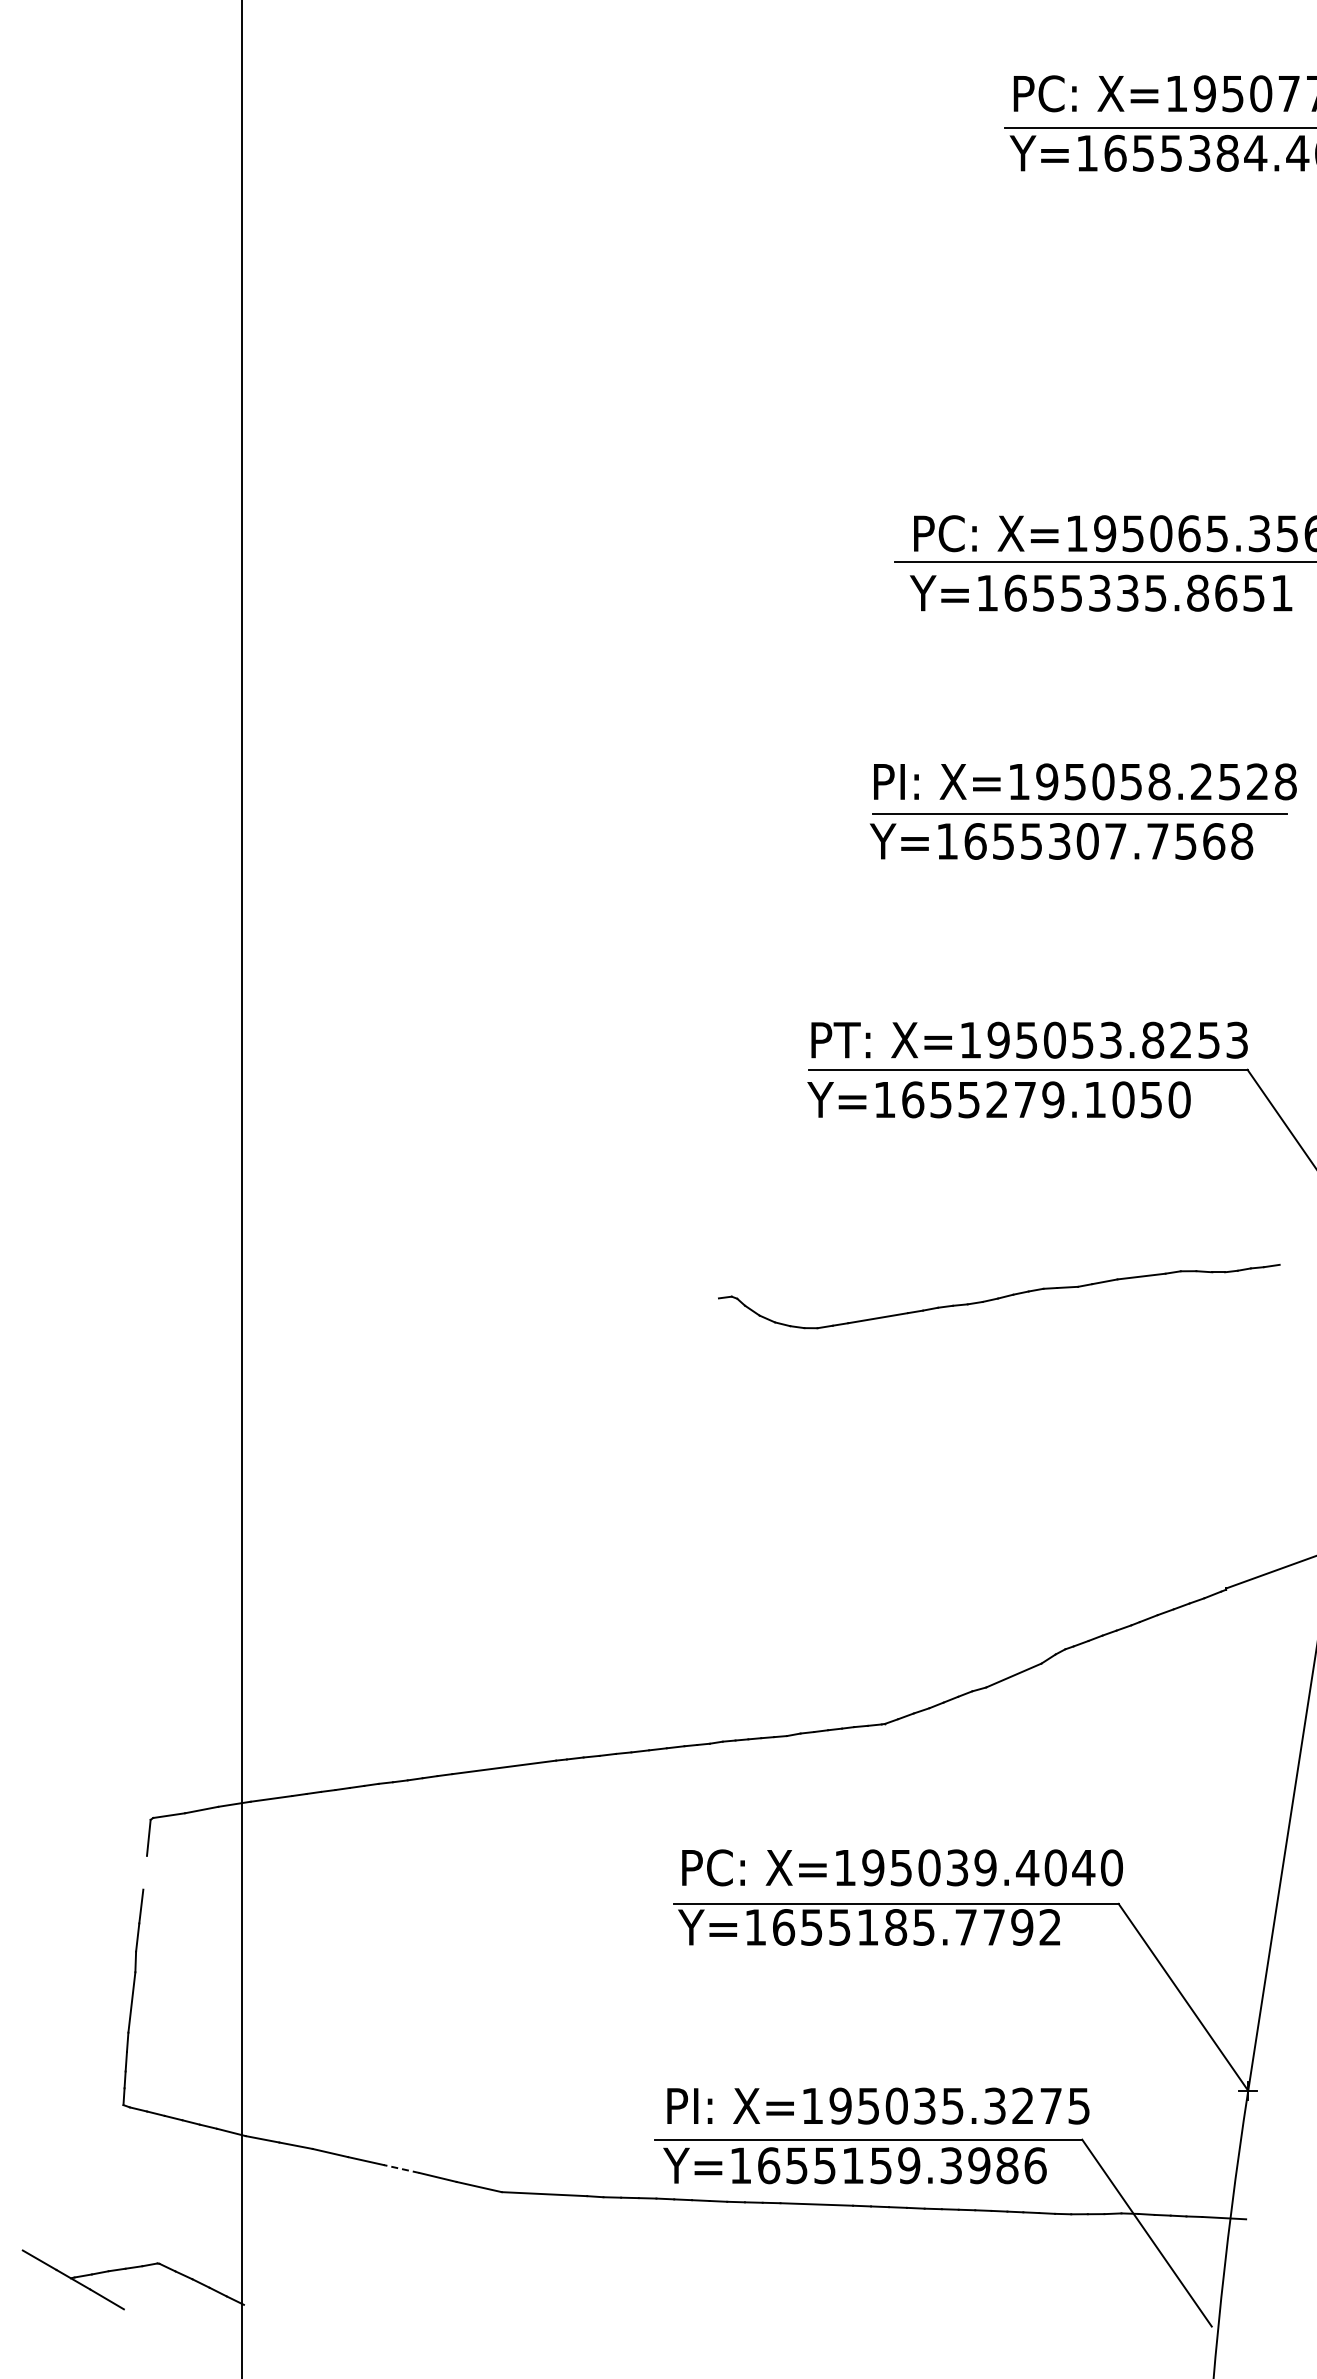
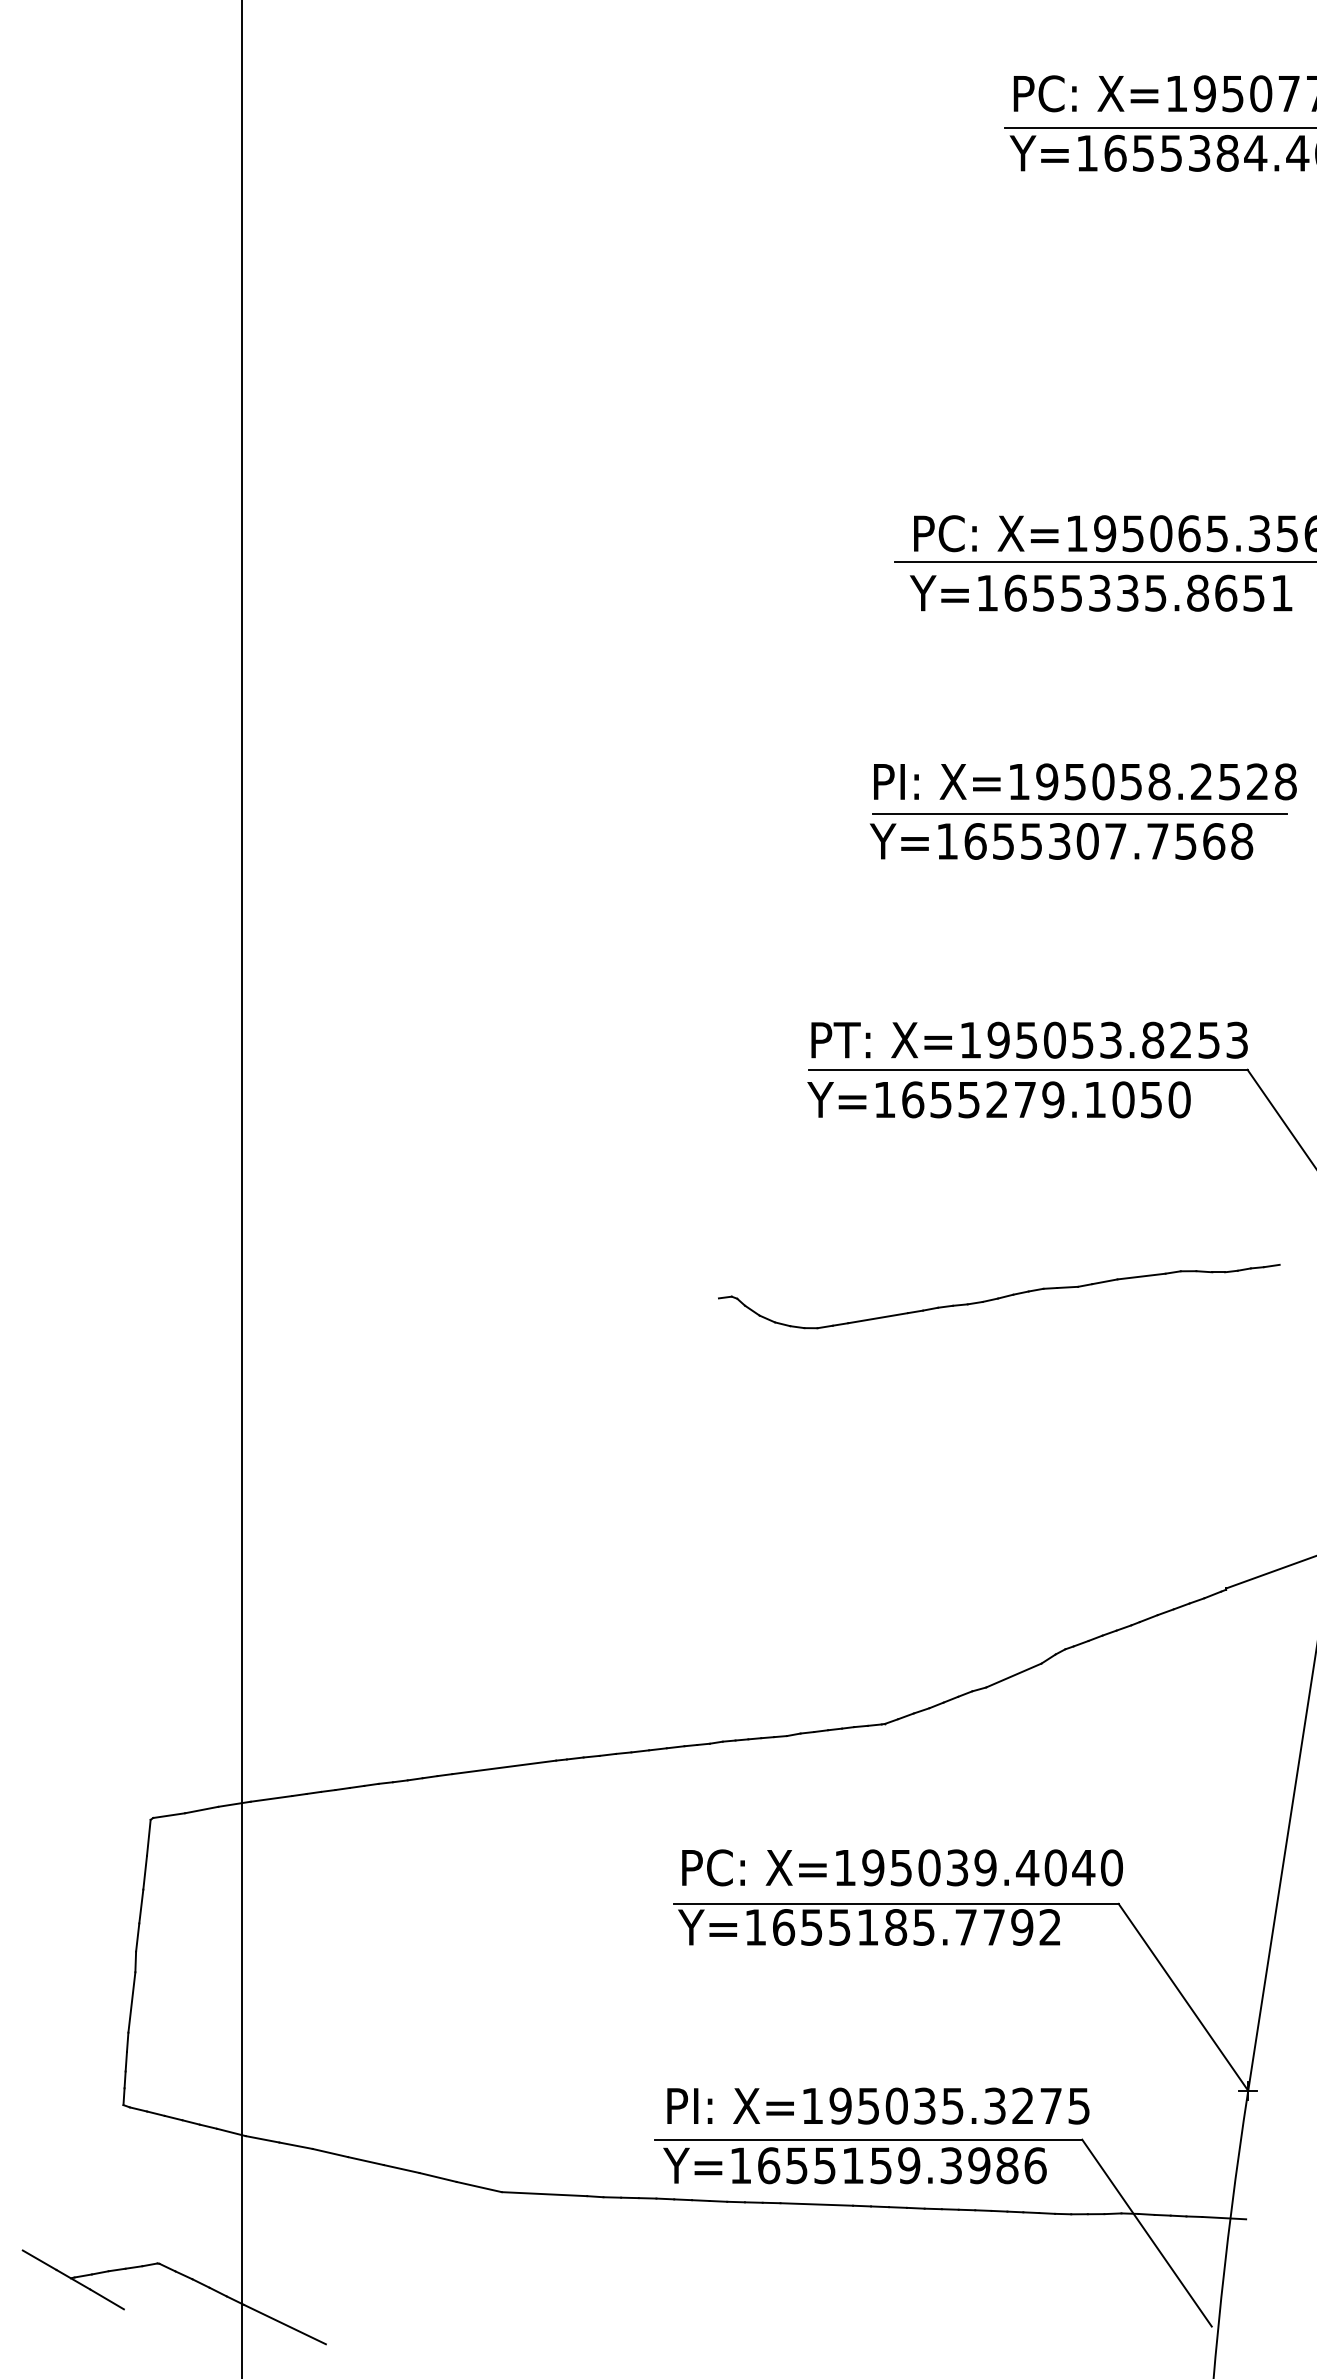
line at (145, 1872): none -> present
line at (401, 2168): dashed -> solid
line at (284, 2324): none -> present
